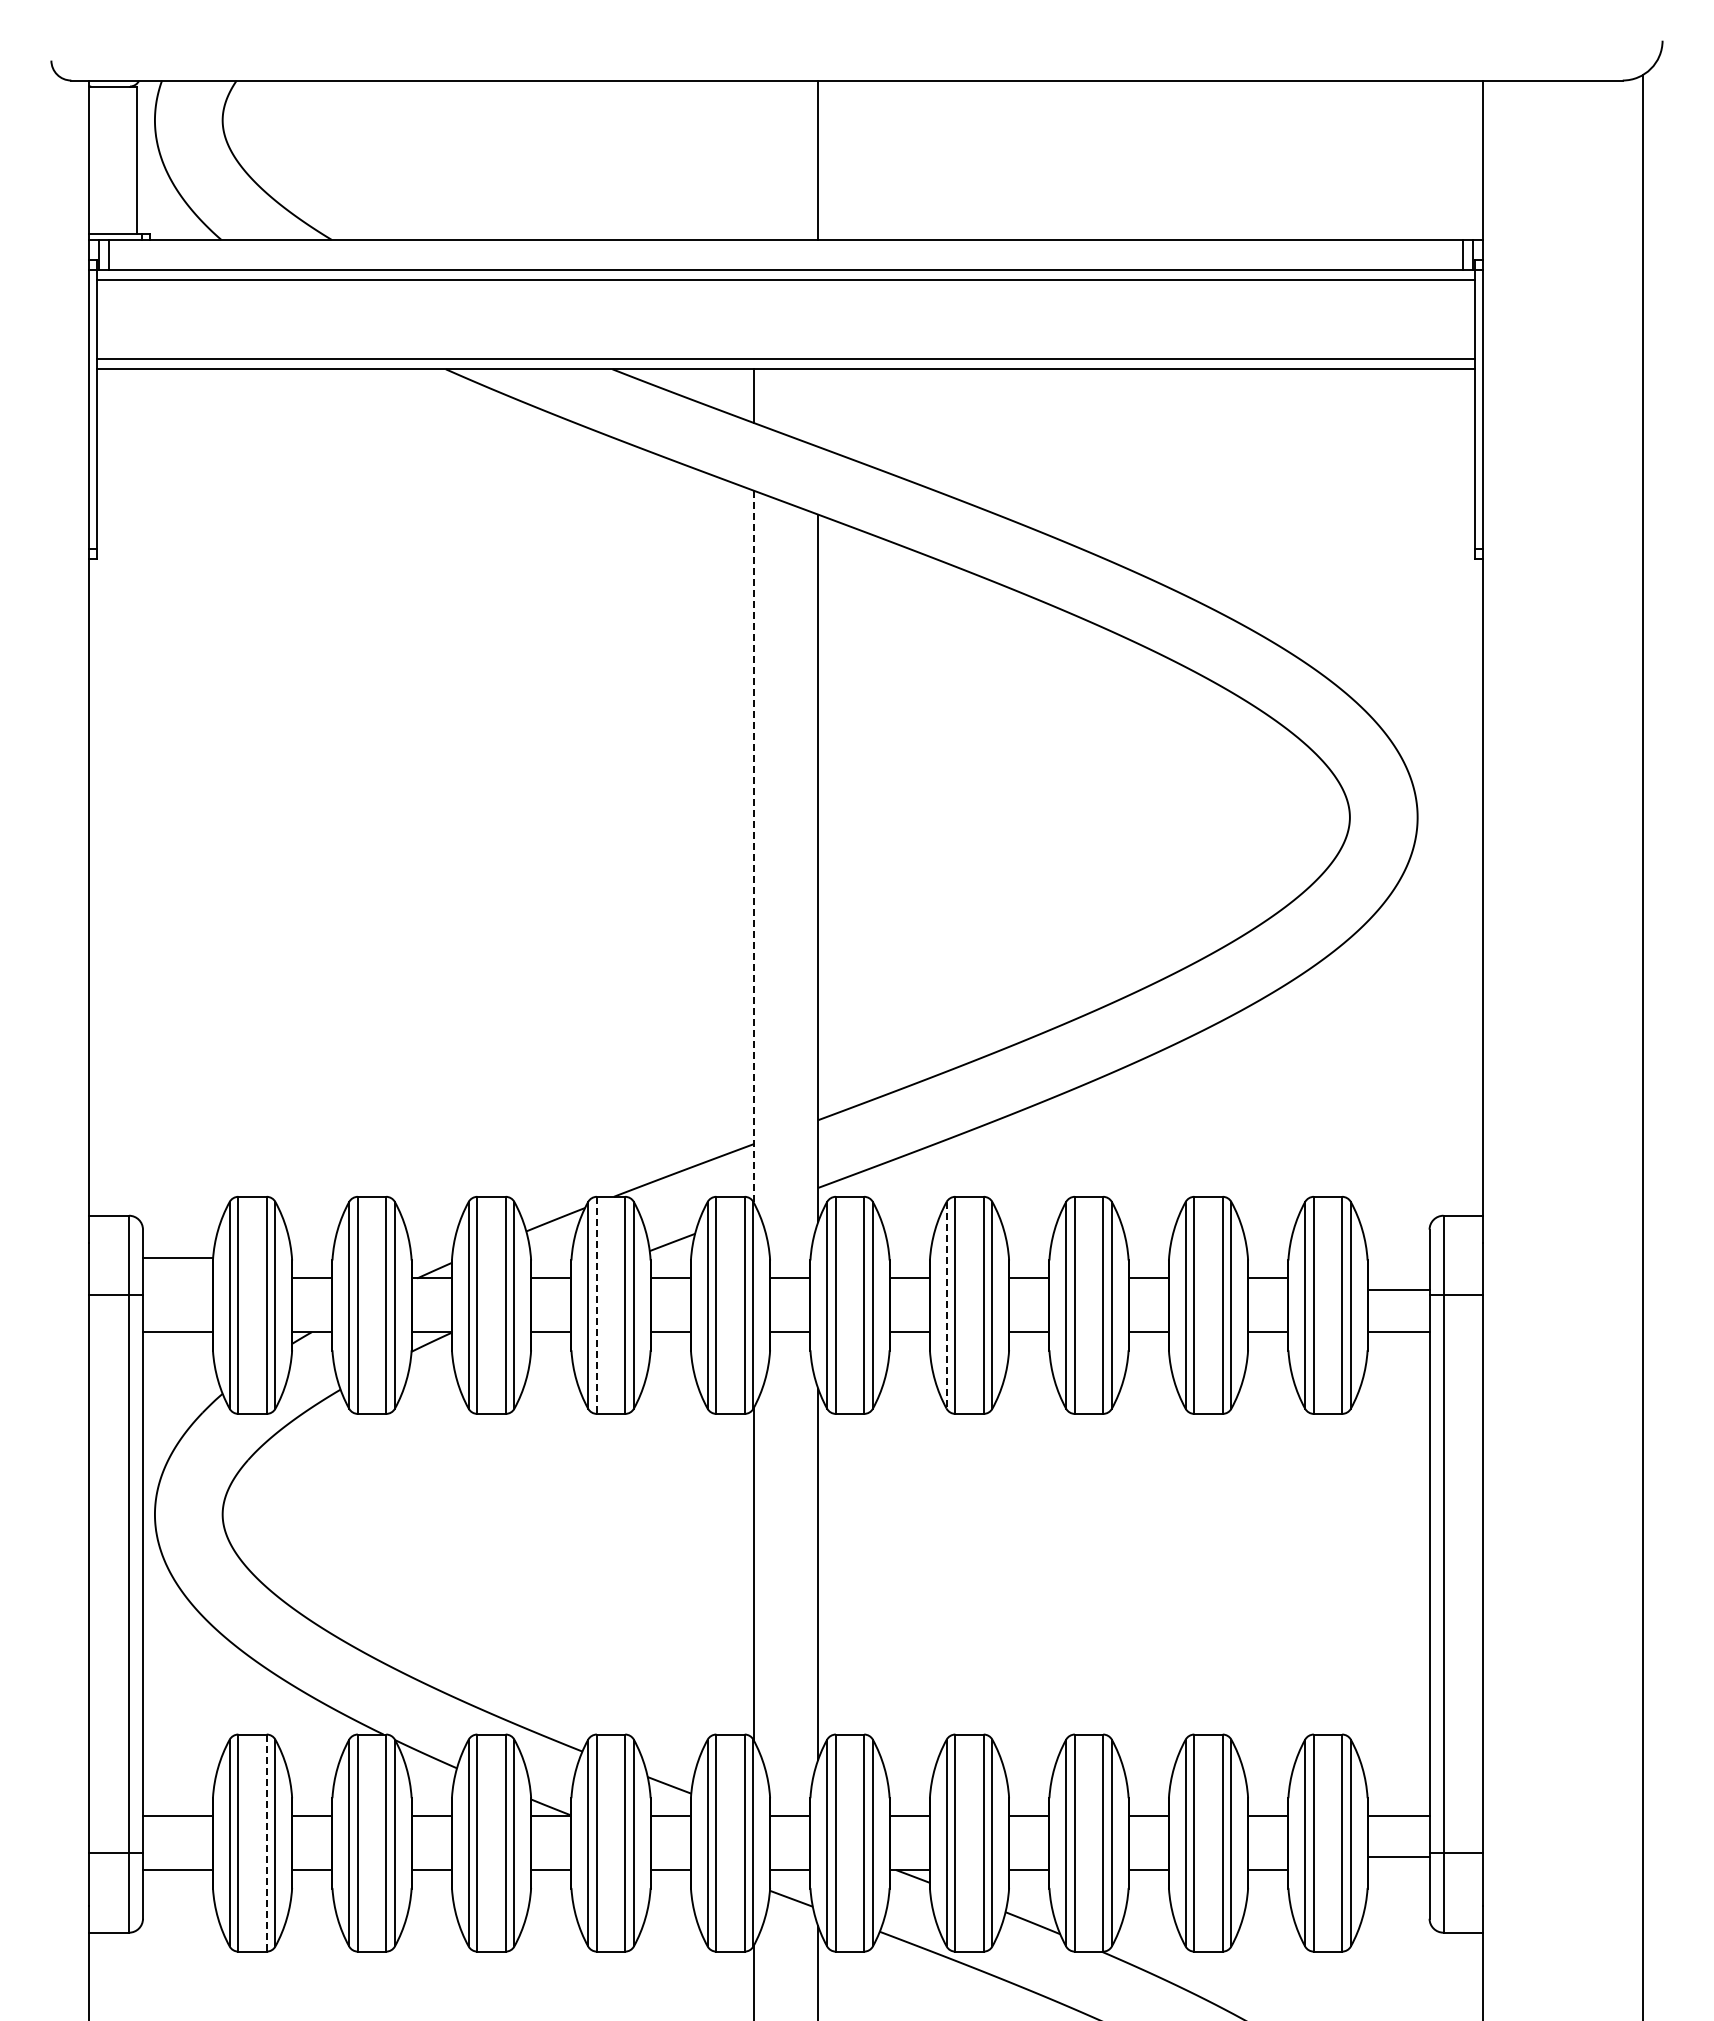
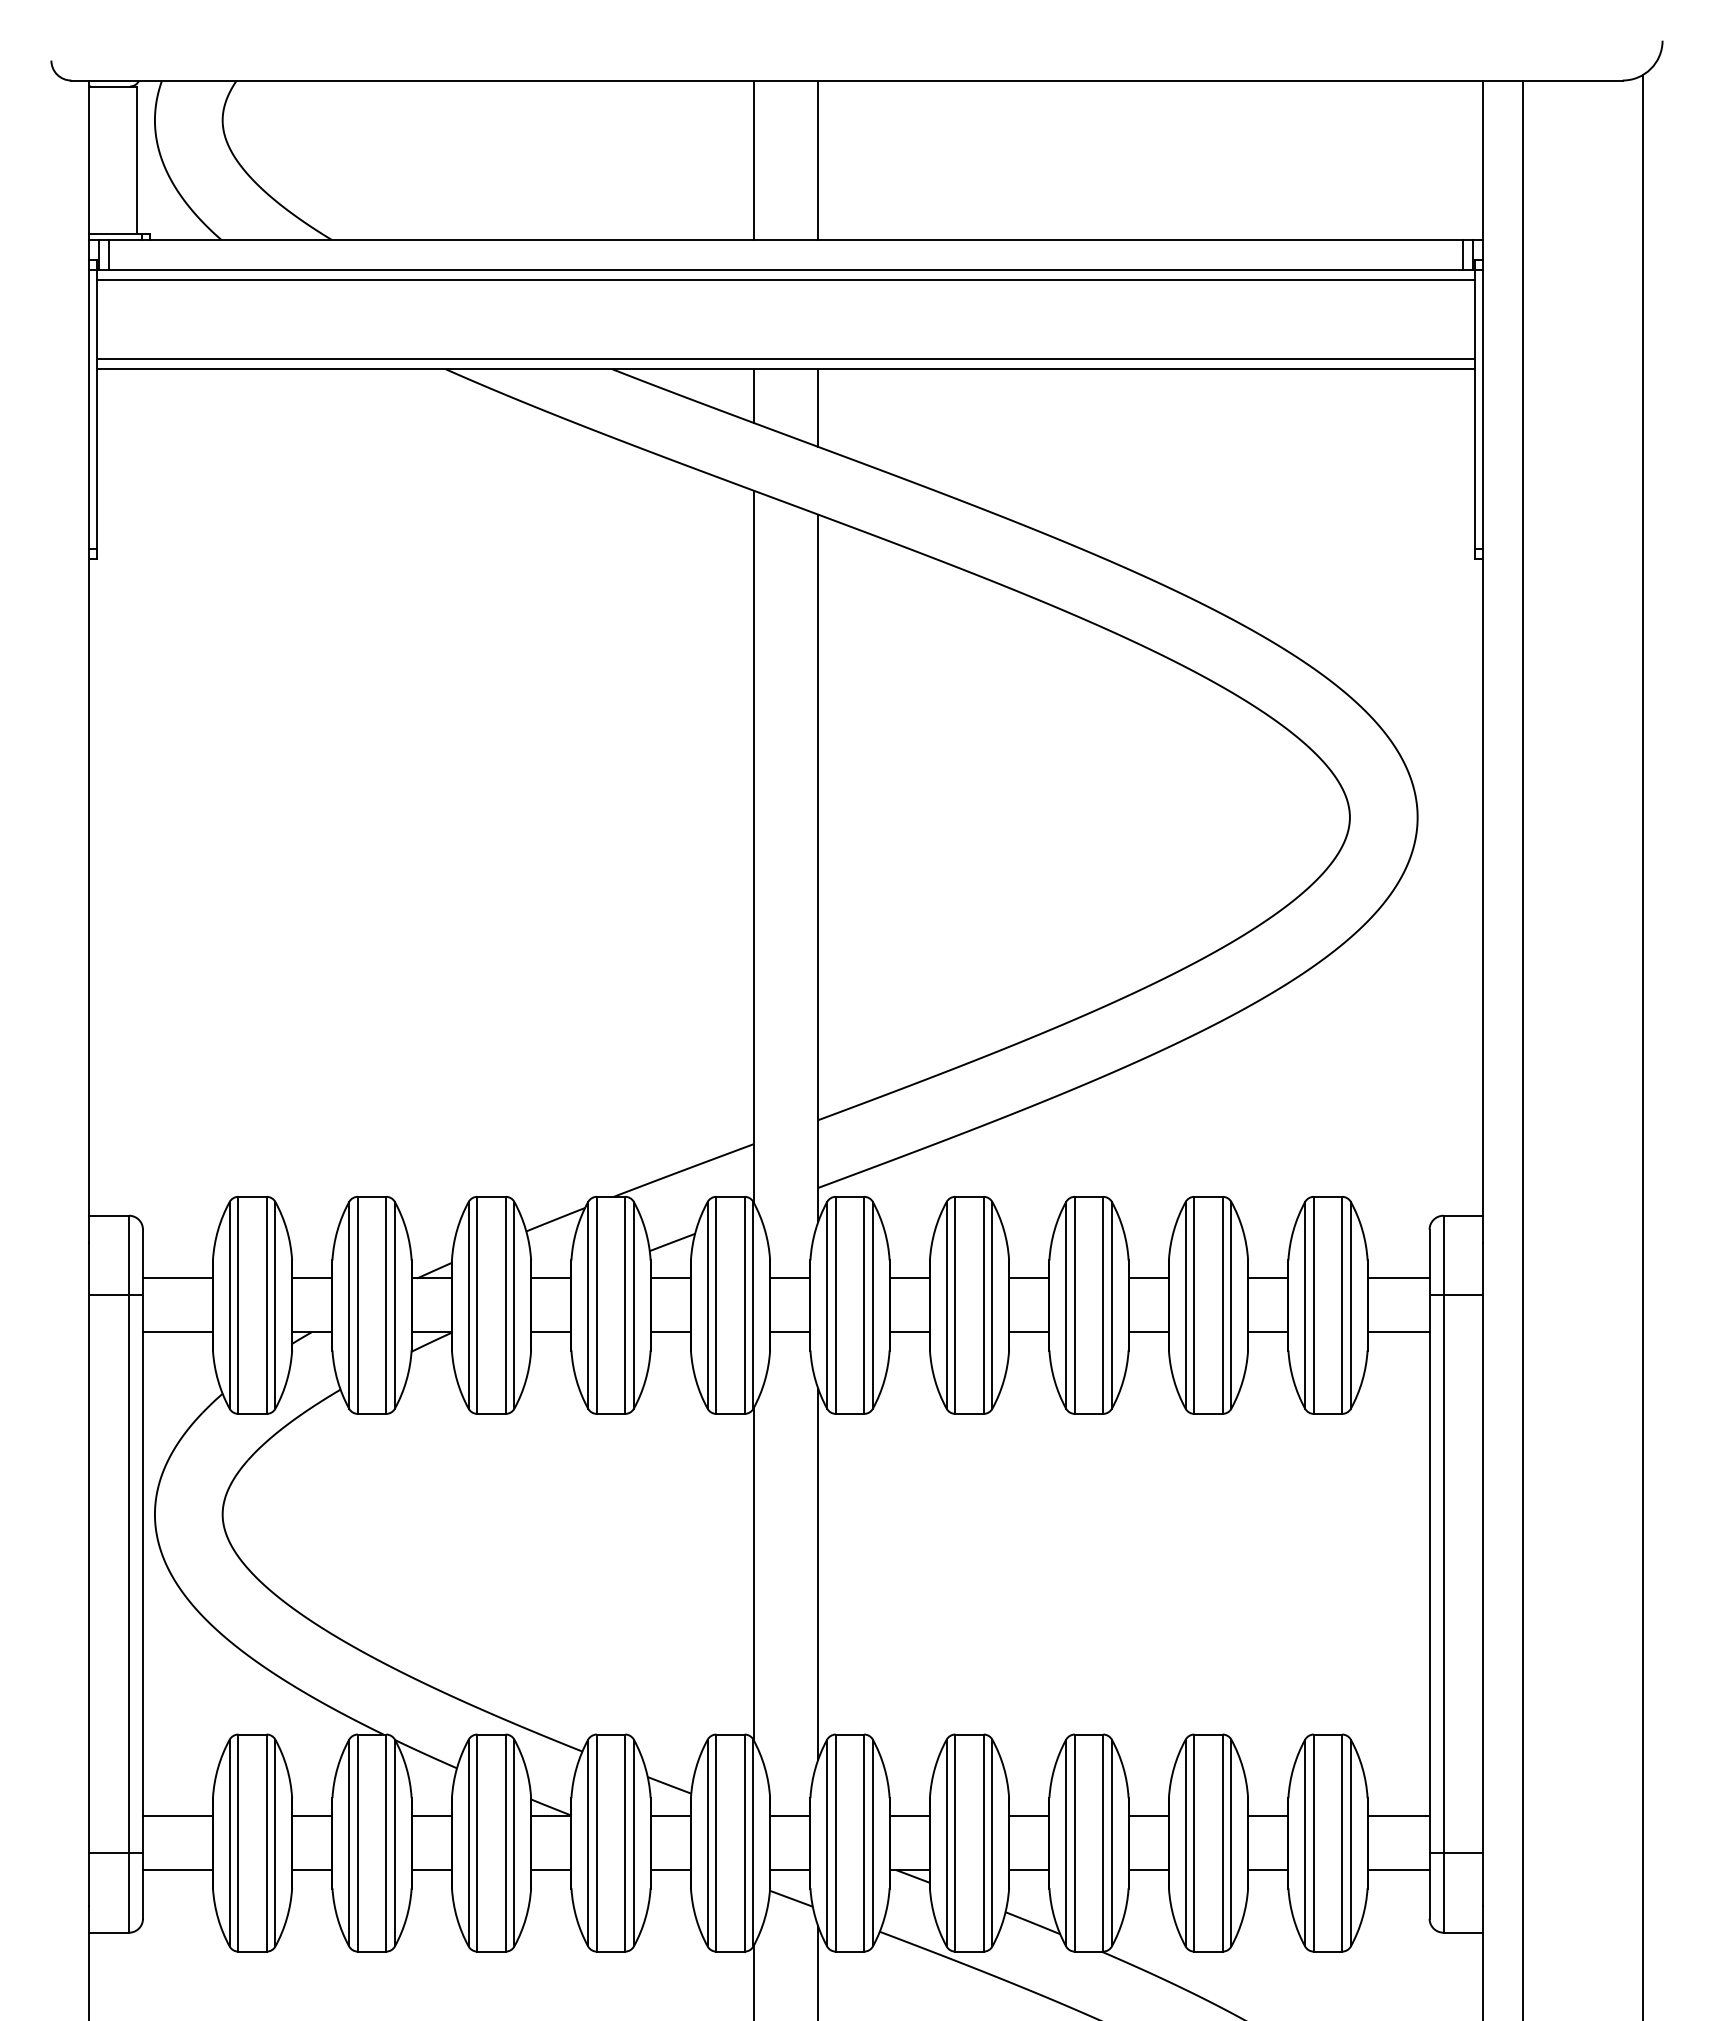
line at (754, 159): none -> present
line at (818, 407): none -> present
line at (754, 847): dashed -> solid
line at (1523, 1048): none -> present
line at (177, 1258) position: (177, 1258) -> (177, 1278)
line at (1398, 1290) position: (1398, 1290) -> (1398, 1278)
line at (596, 1305): dashed -> solid
line at (946, 1305): dashed -> solid
line at (266, 1843): dashed -> solid
line at (1398, 1856) position: (1398, 1856) -> (1398, 1869)
